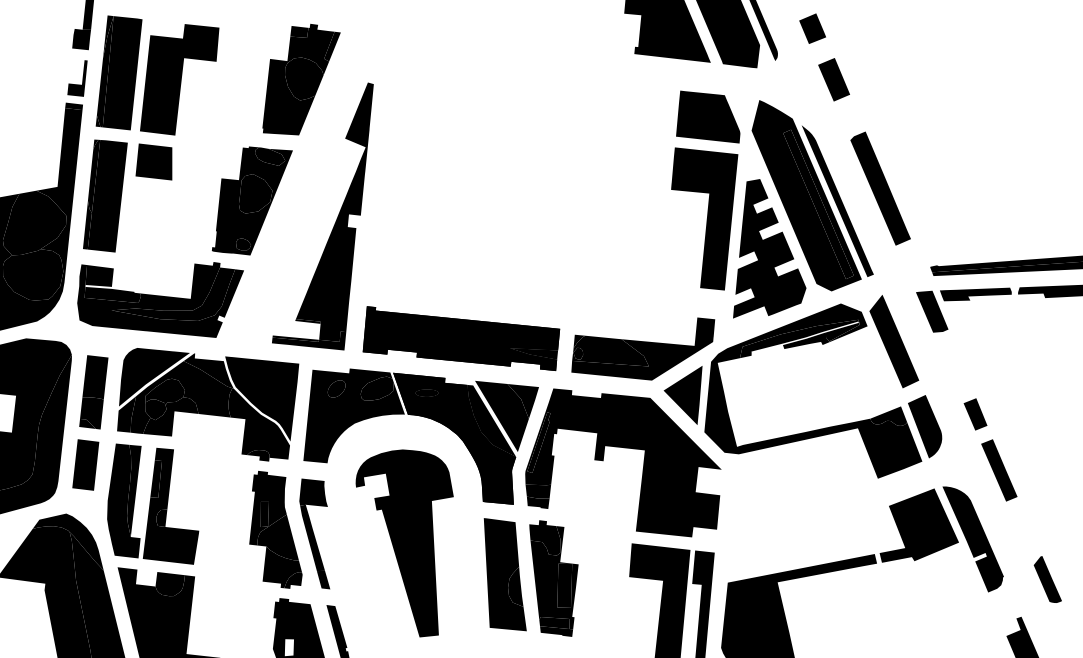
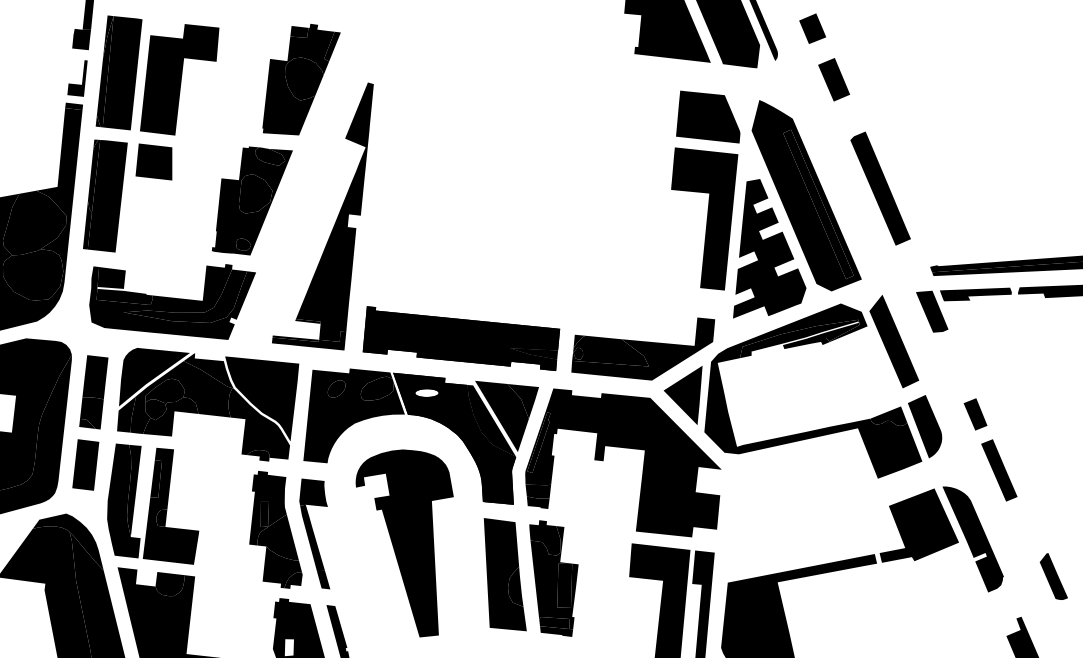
fill at (837, 201): present -> none
part at (160, 299) position: (160, 299) -> (172, 301)
fill at (426, 392): present -> none
part at (1047, 579) position: (1047, 579) -> (1053, 576)
